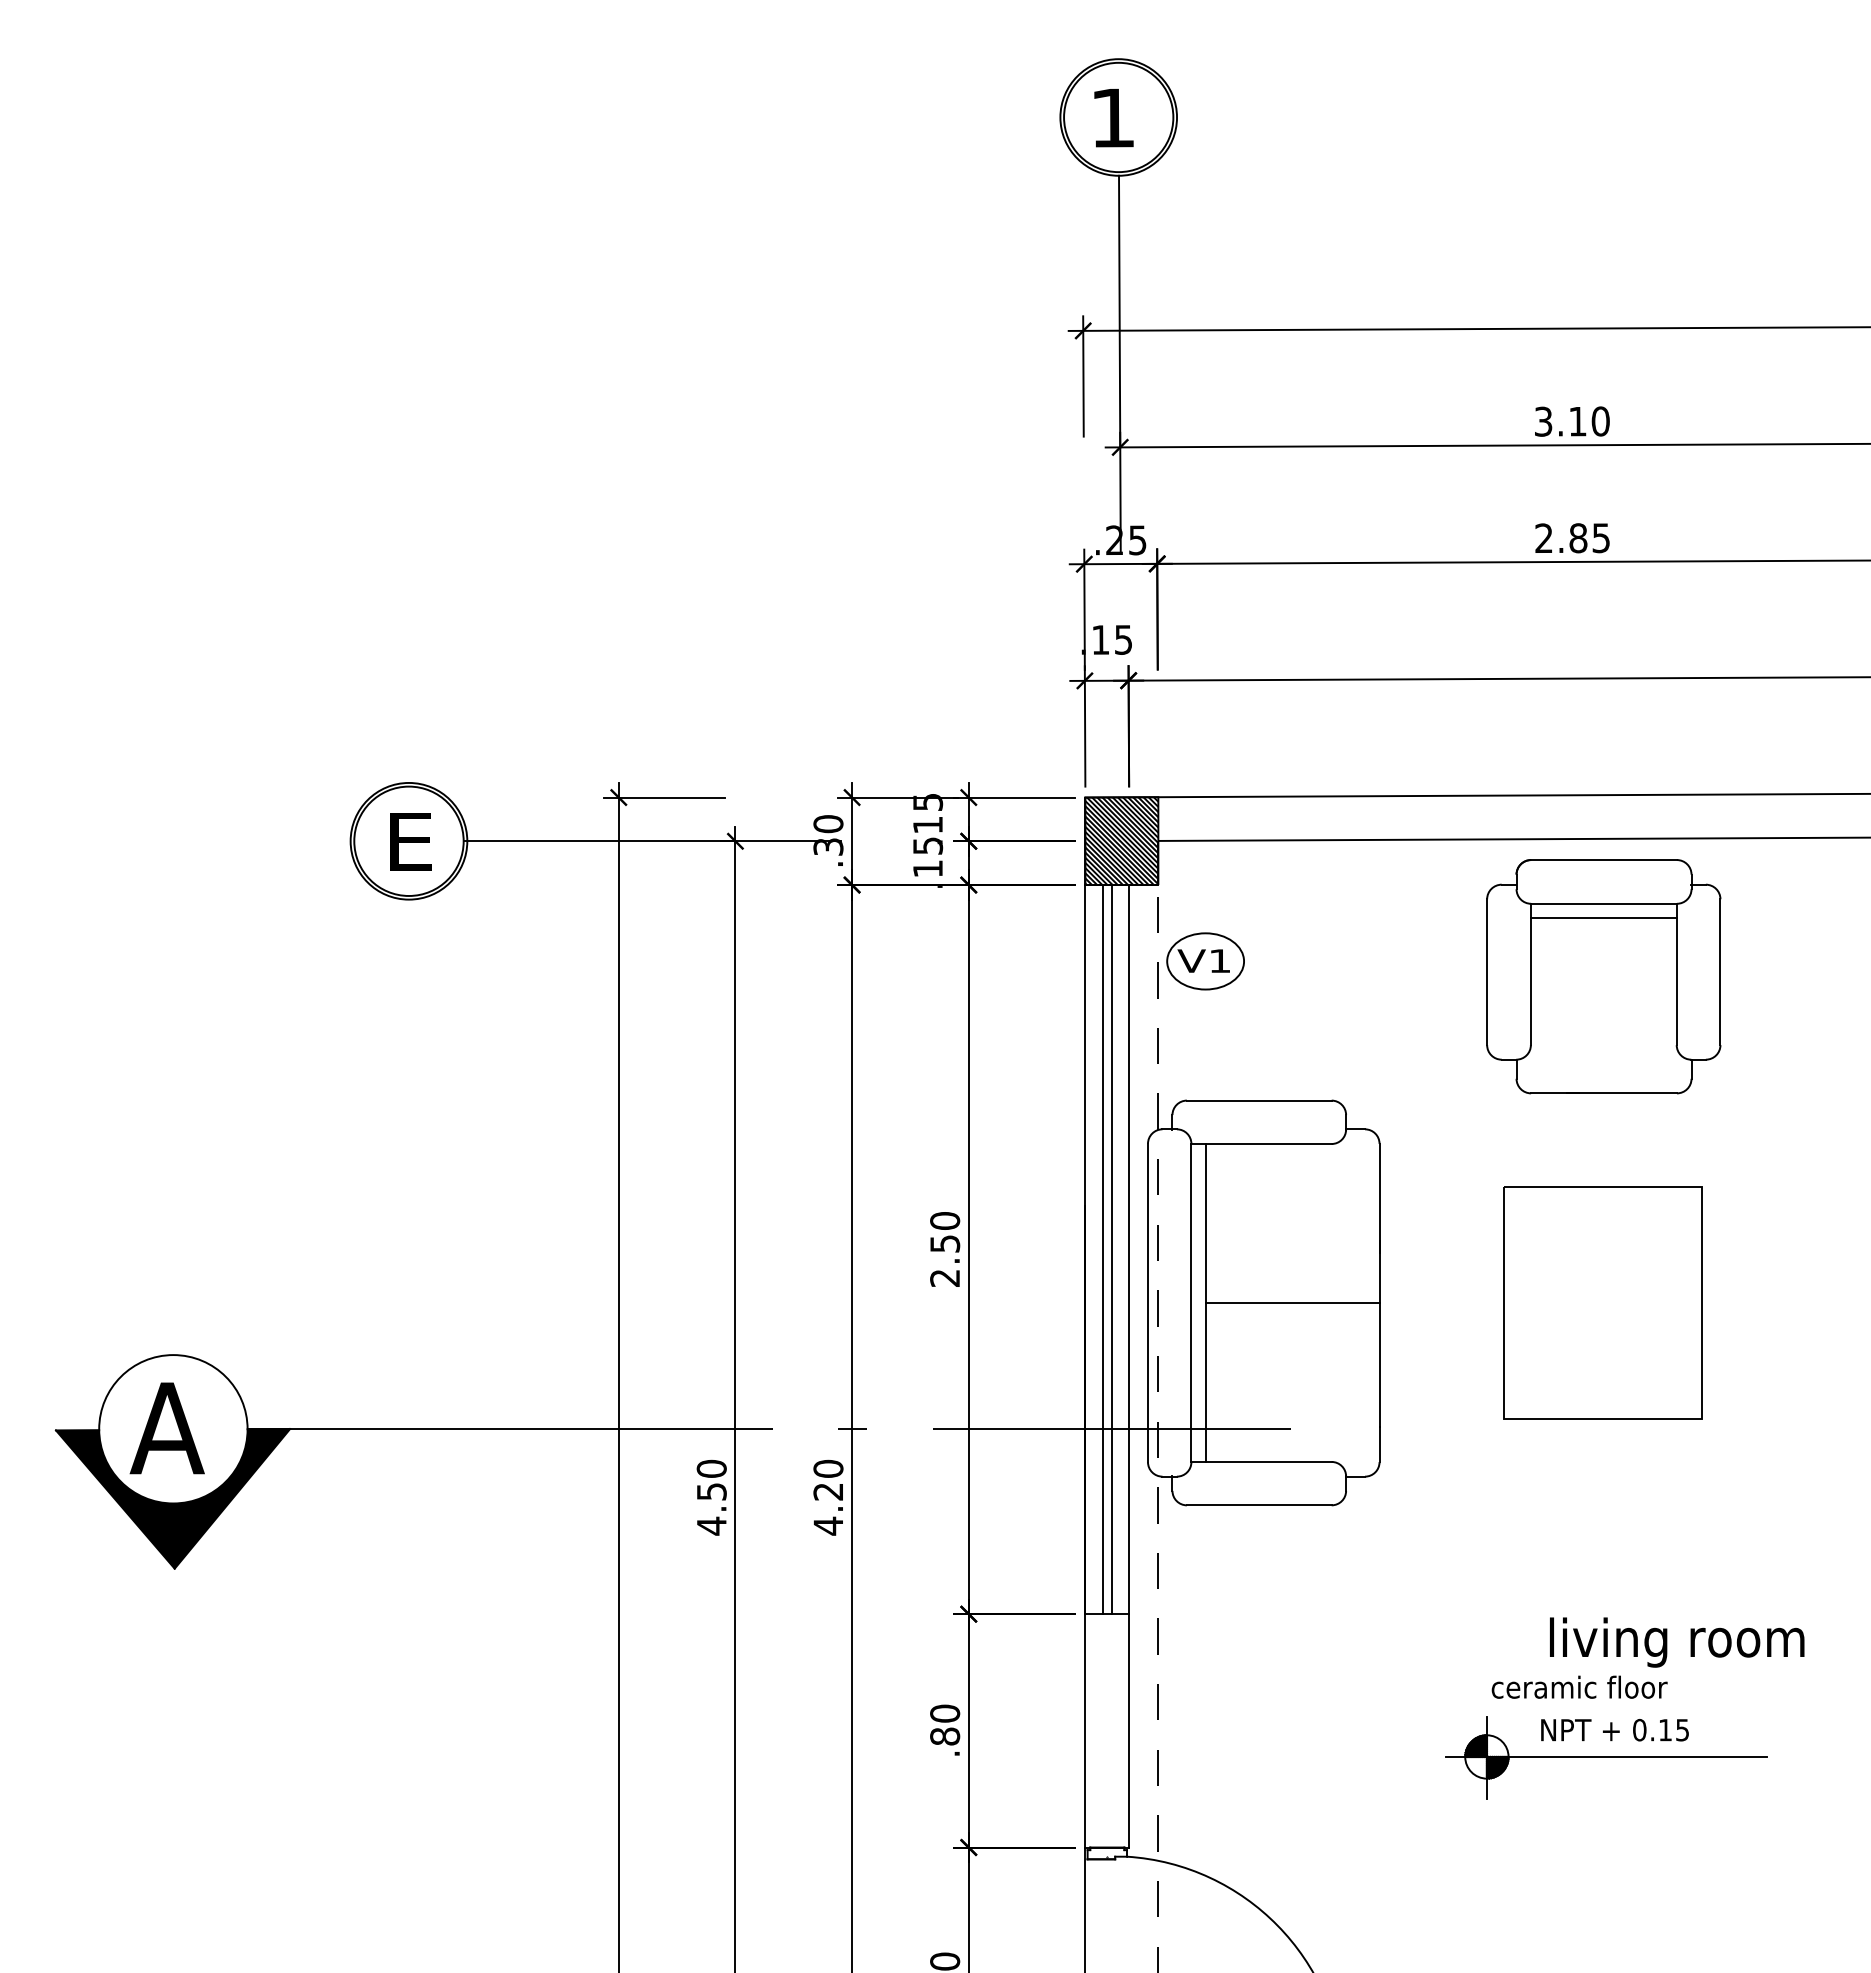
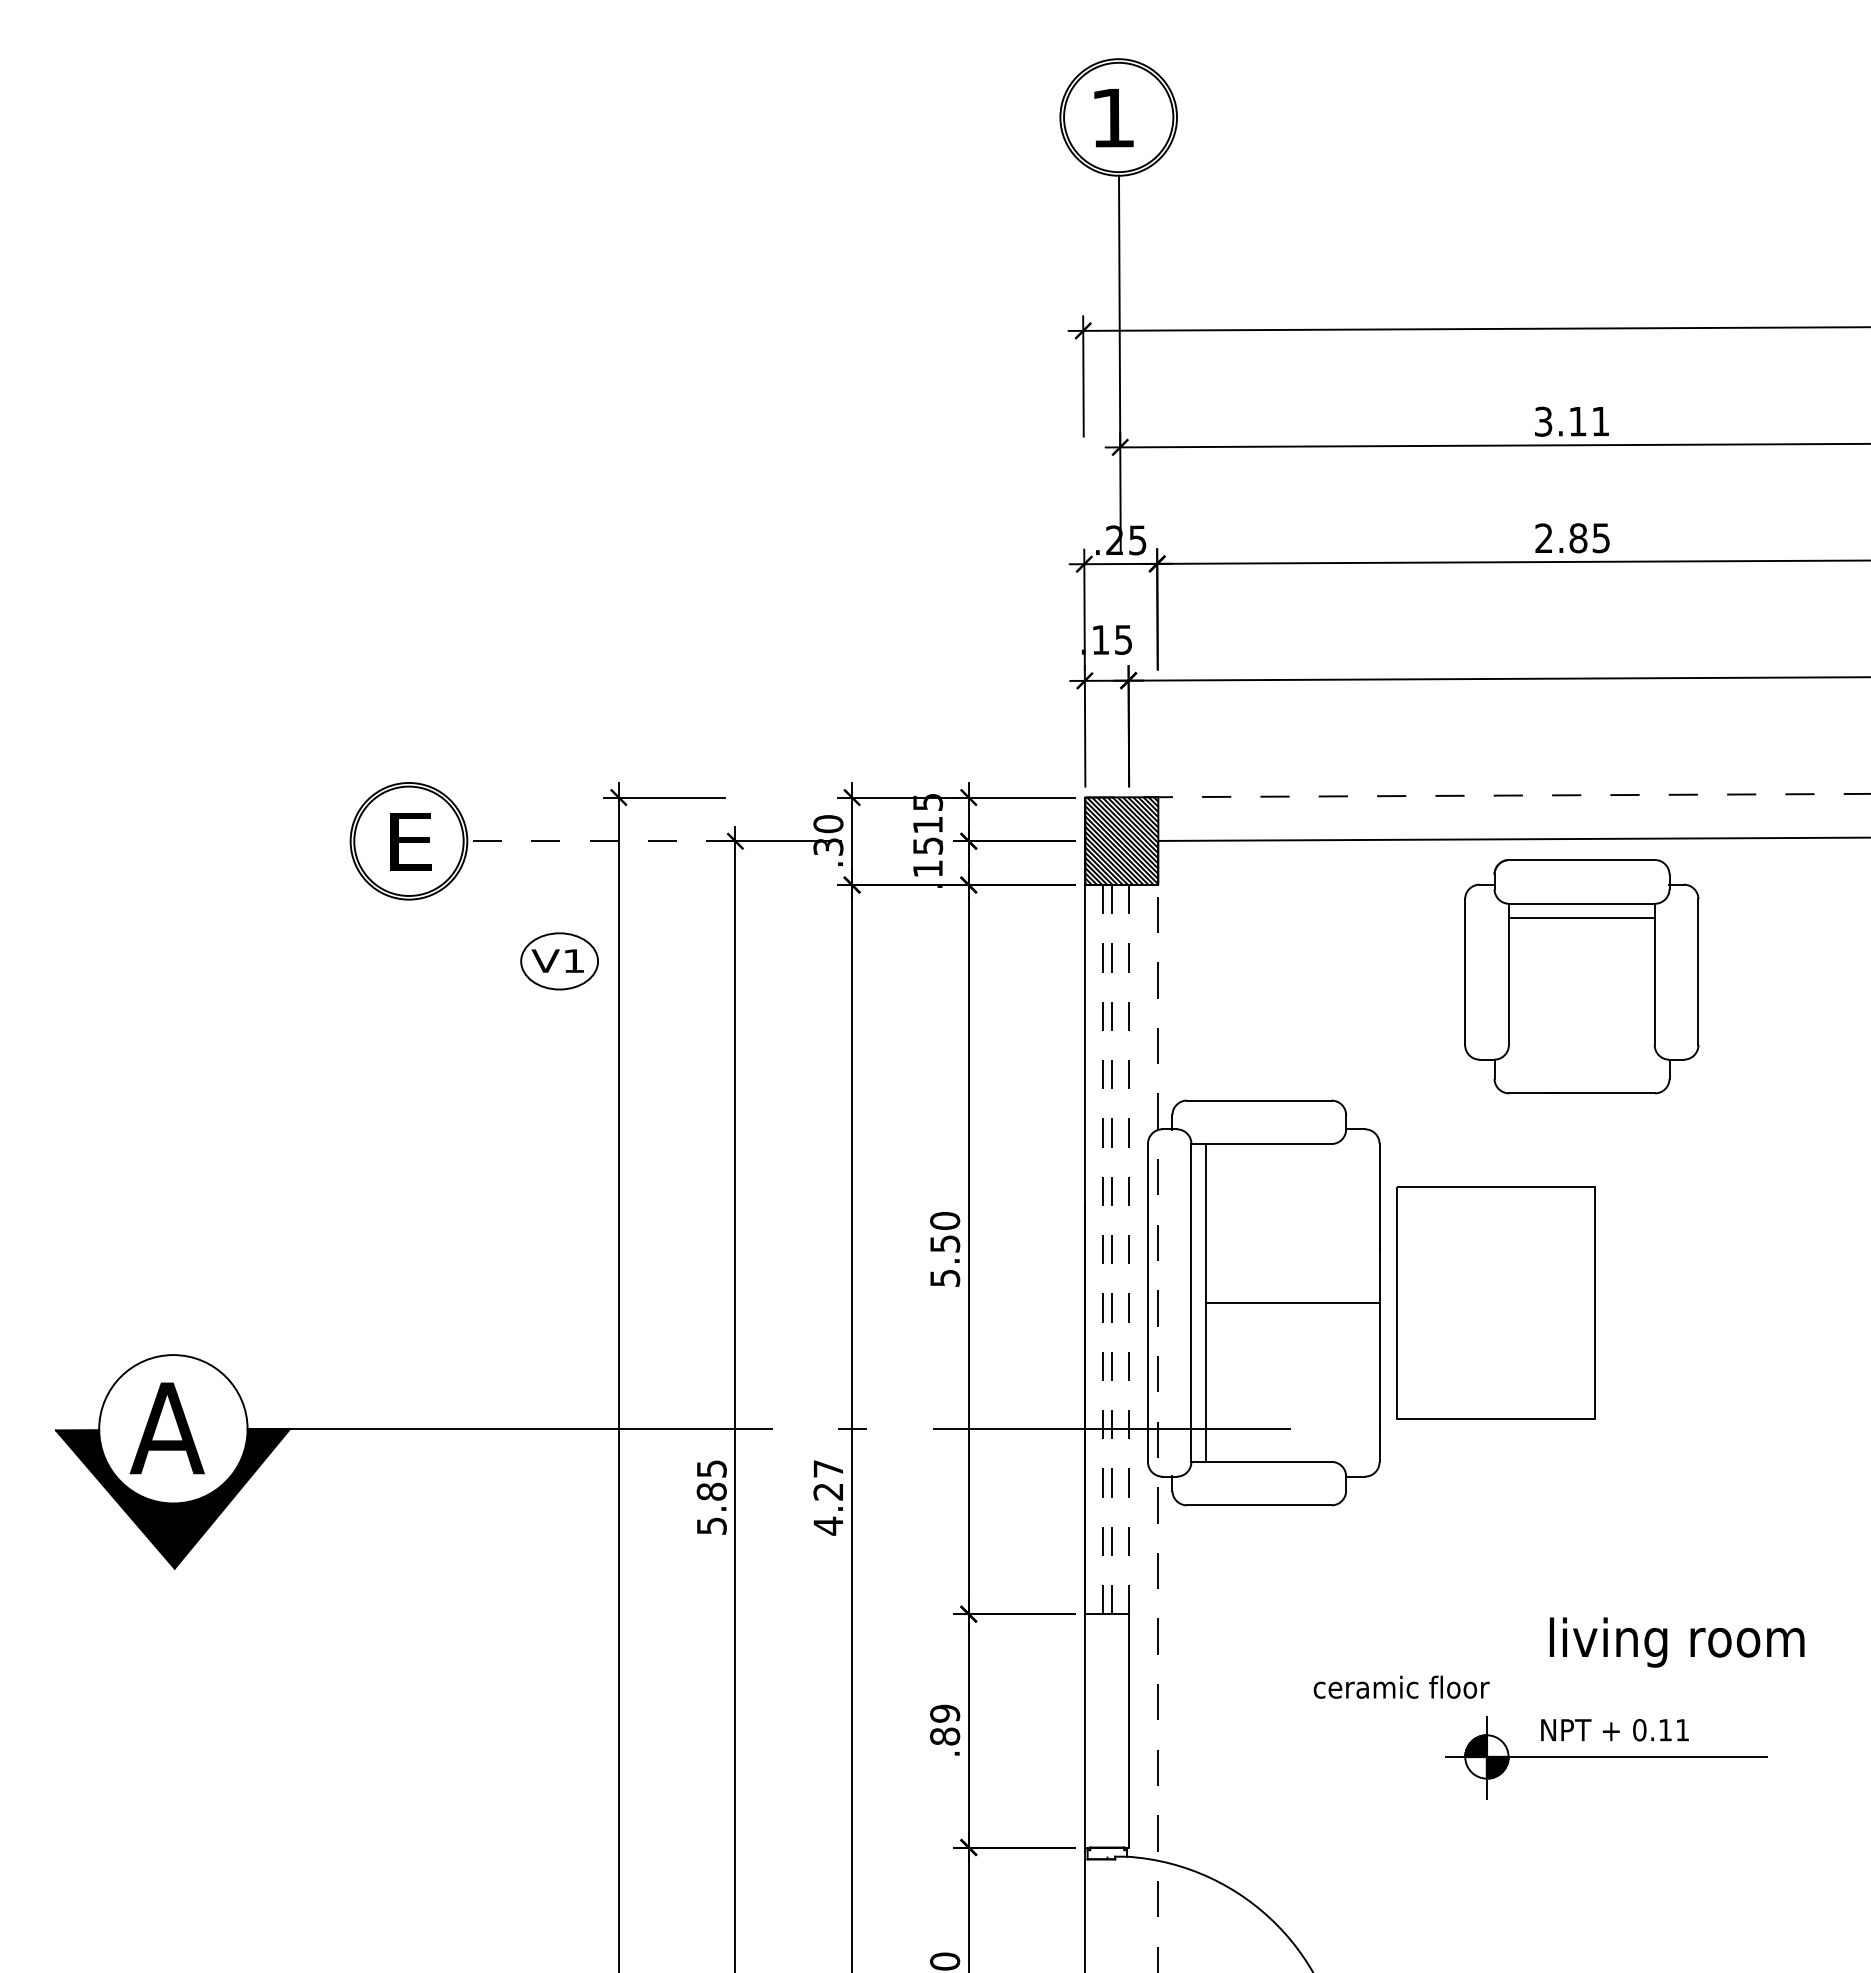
text at (1600, 421): 3.10 -> 3.11
line at (1478, 795): solid -> dashed
line at (599, 841): solid -> dashed
part at (1205, 961) position: (1205, 961) -> (559, 961)
part at (1603, 976) position: (1603, 976) -> (1581, 976)
line at (1102, 1249): solid -> dashed
line at (1111, 1249): solid -> dashed
line at (1129, 1249): solid -> dashed
text at (945, 1278): 2.50 -> 5.50
part at (1602, 1302) position: (1602, 1302) -> (1495, 1302)
text at (828, 1468): 4.20 -> 4.27
text at (711, 1497): 4.50 -> 5.85
text at (1579, 1686) position: (1579, 1686) -> (1401, 1686)
text at (945, 1713): .80 -> .89
text at (1682, 1730): 0.15 -> 0.11
